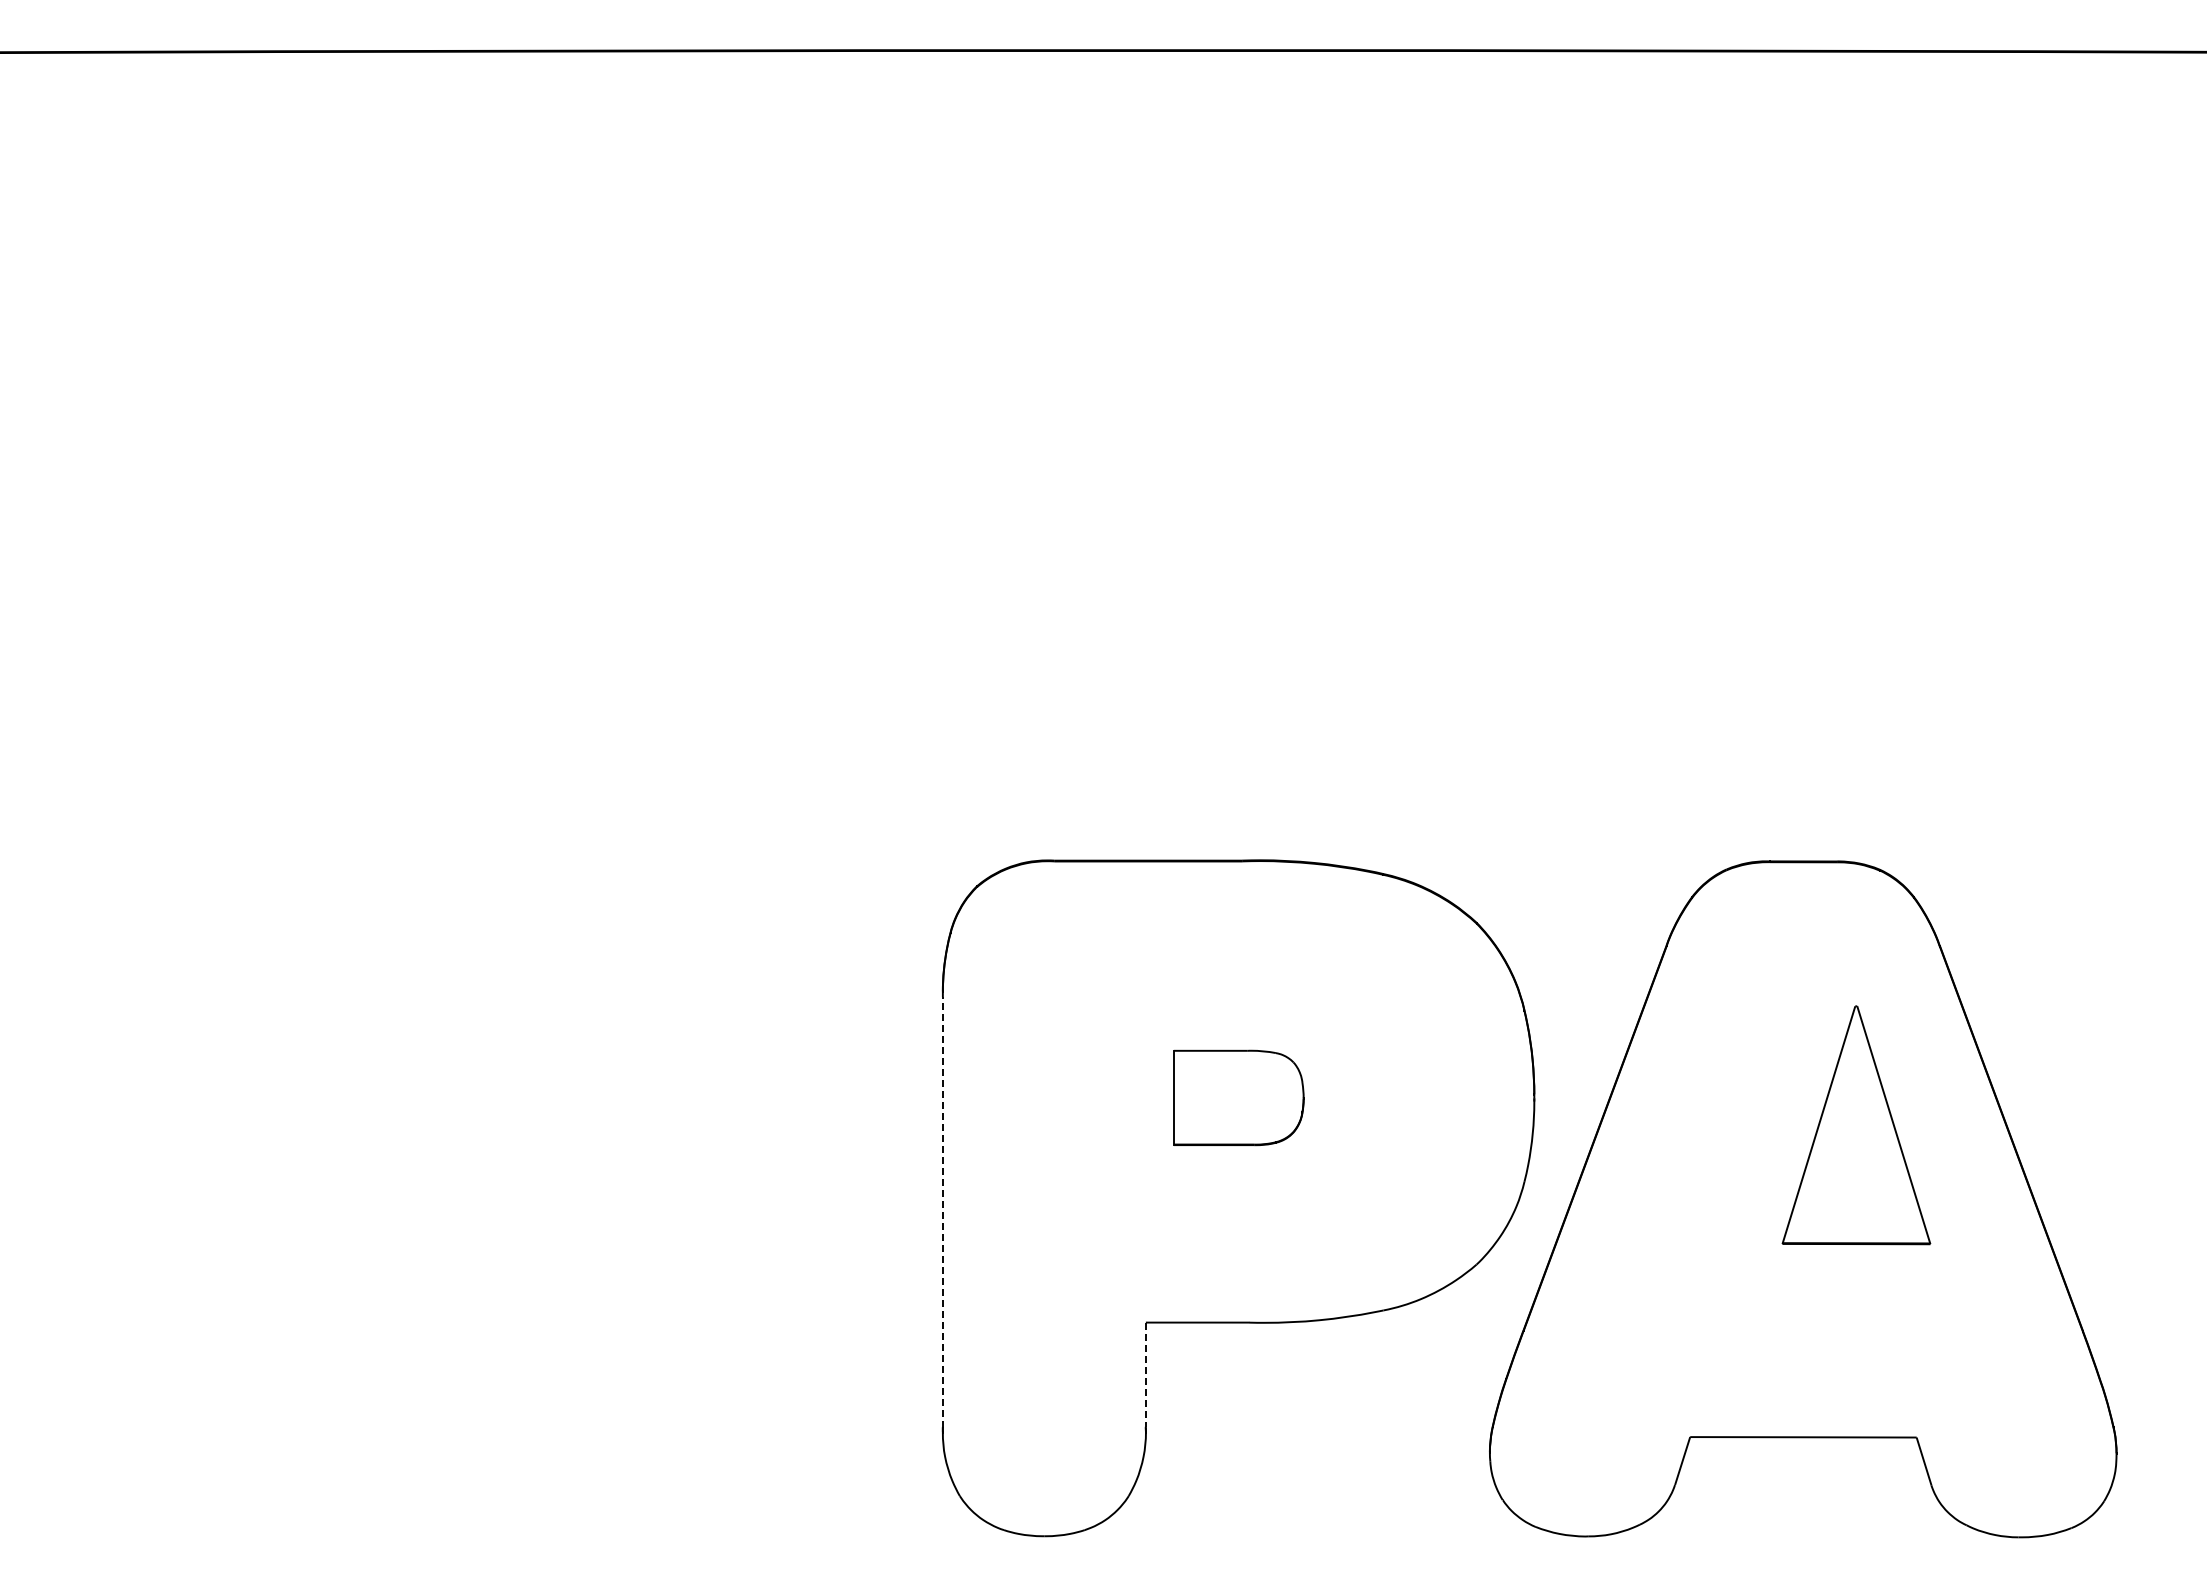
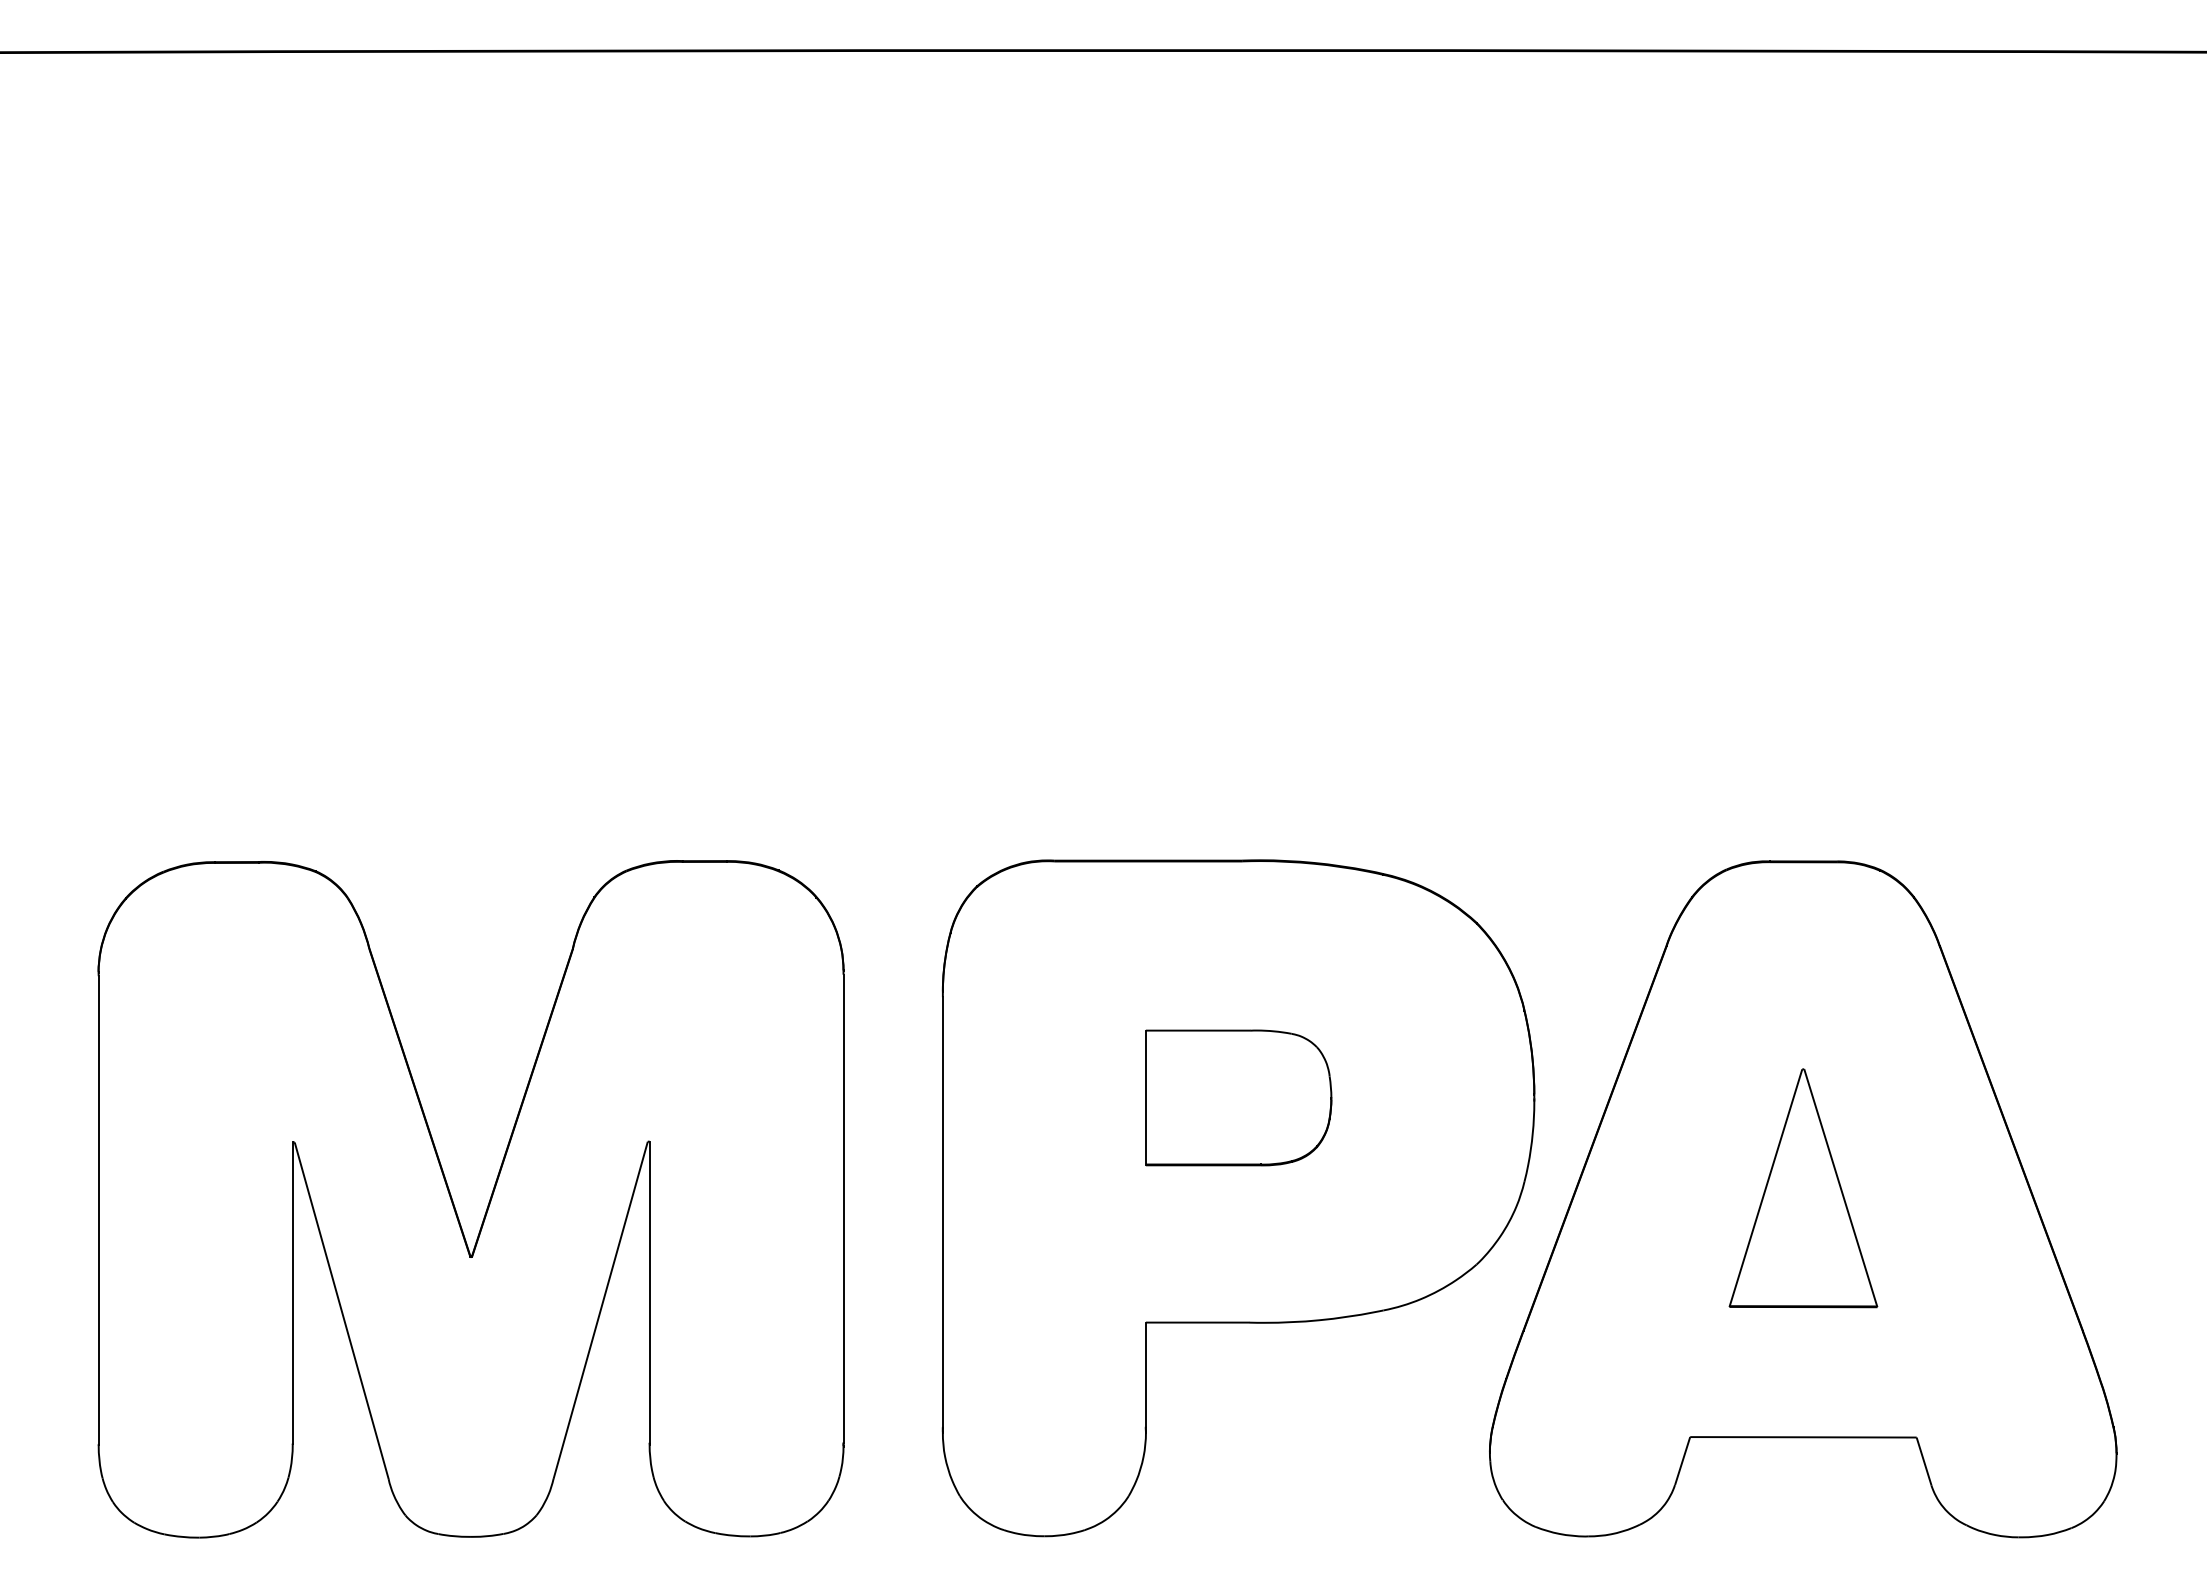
part at (1238, 1097) size: 132x98 px -> 188x138 px
part at (1856, 1125) position: (1856, 1125) -> (1803, 1188)
part at (454, 1204): none -> present
line at (942, 1211): dashed -> solid
line at (1145, 1375): dashed -> solid
